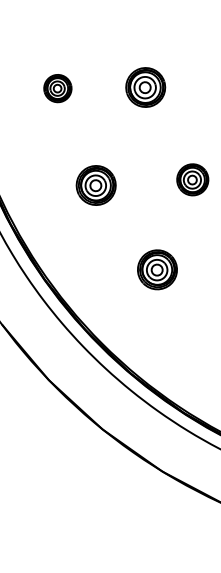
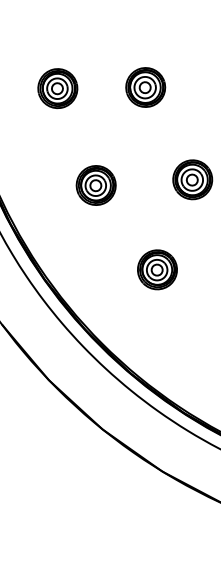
part at (57, 88) size: 30x30 px -> 42x41 px
part at (192, 179) size: 34x34 px -> 42x42 px
